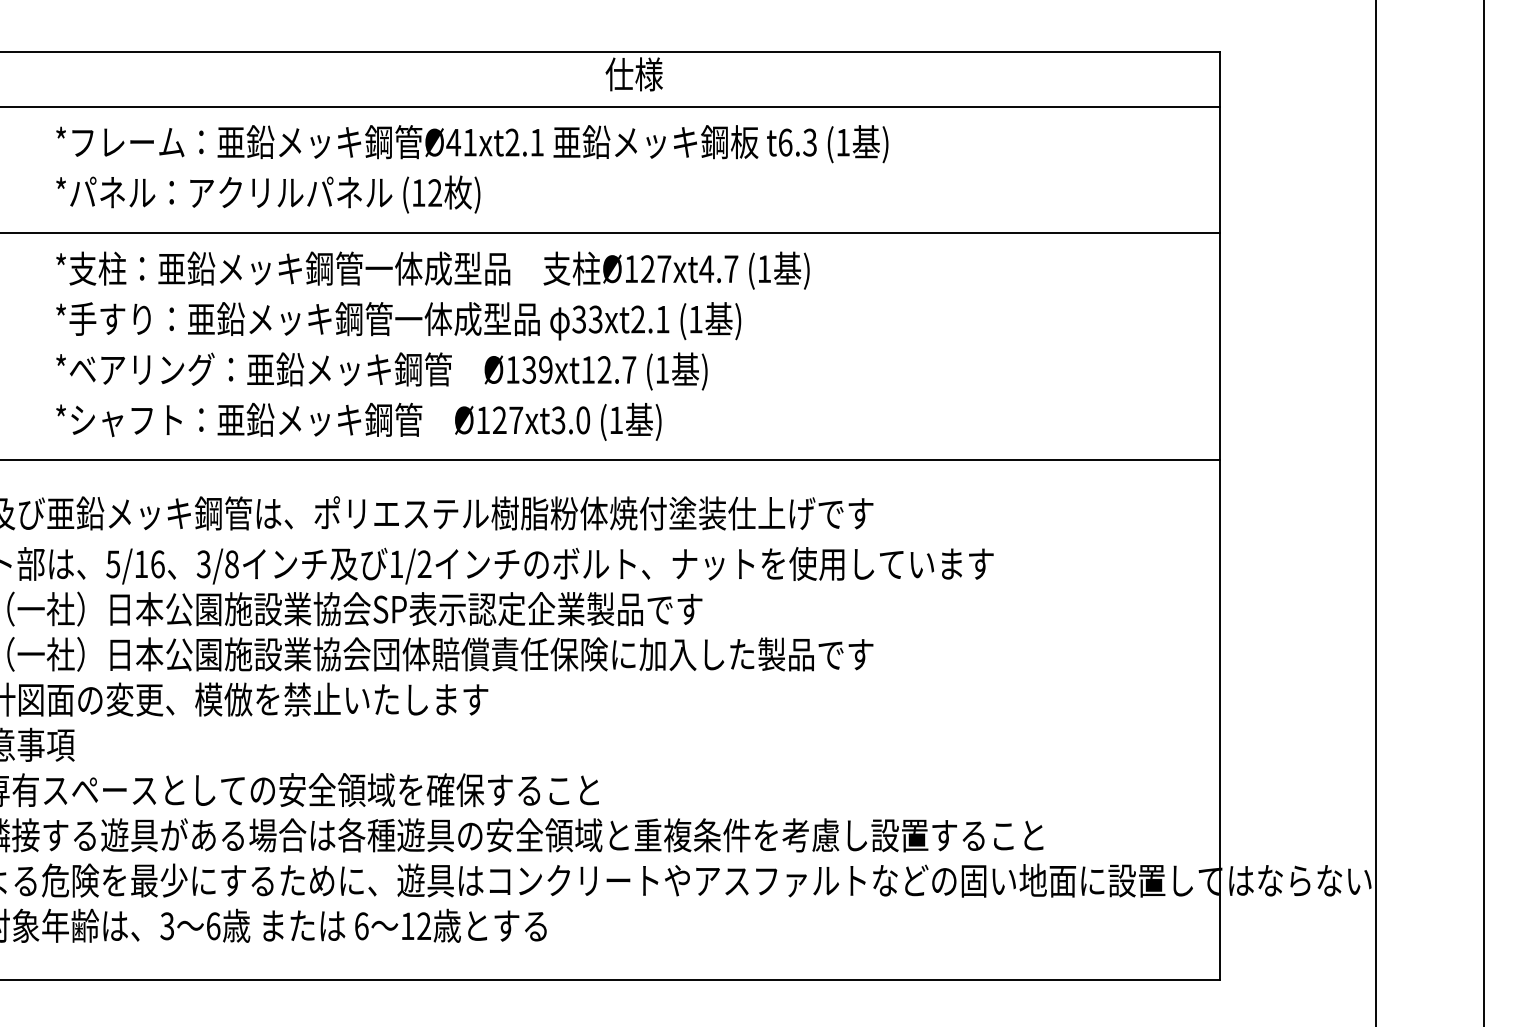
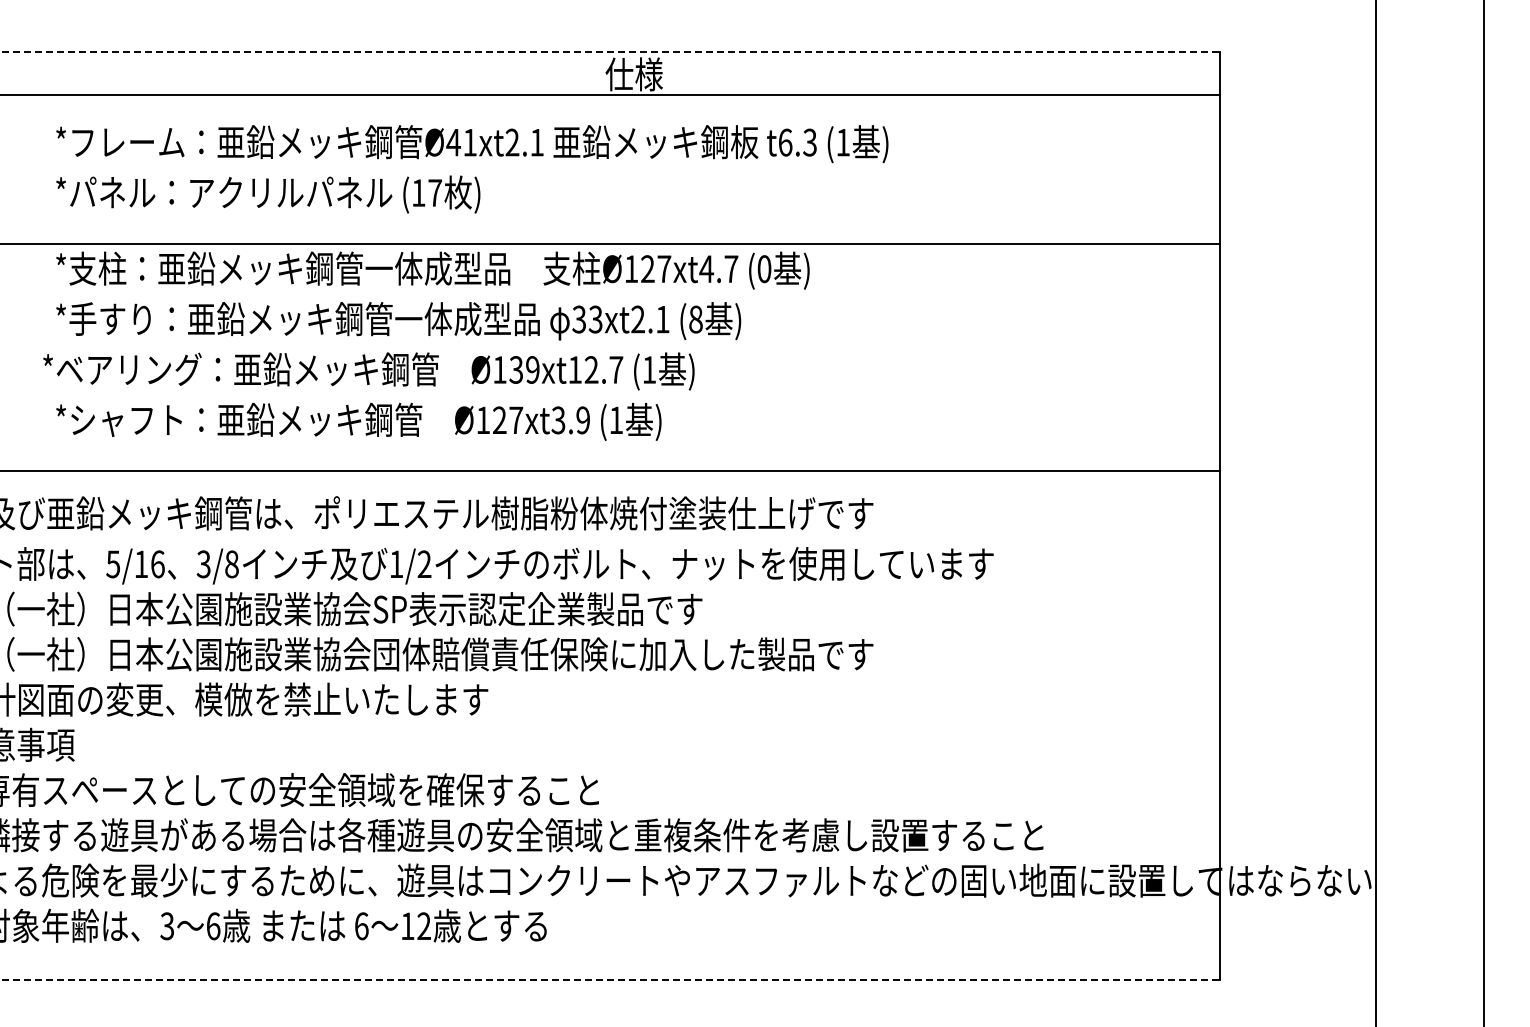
line at (610, 52): solid -> dashed
line at (611, 106) position: (611, 106) -> (611, 94)
text at (435, 192): (12 -> (17
line at (611, 233) position: (611, 233) -> (611, 244)
text at (764, 269): (1 -> (0
text at (695, 319): (1 -> (8
text at (381, 371) position: (381, 371) -> (368, 371)
text at (583, 420): Ø127xt3.0 -> Ø127xt3.9
line at (611, 460) position: (611, 460) -> (611, 471)
line at (610, 979): solid -> dashed
